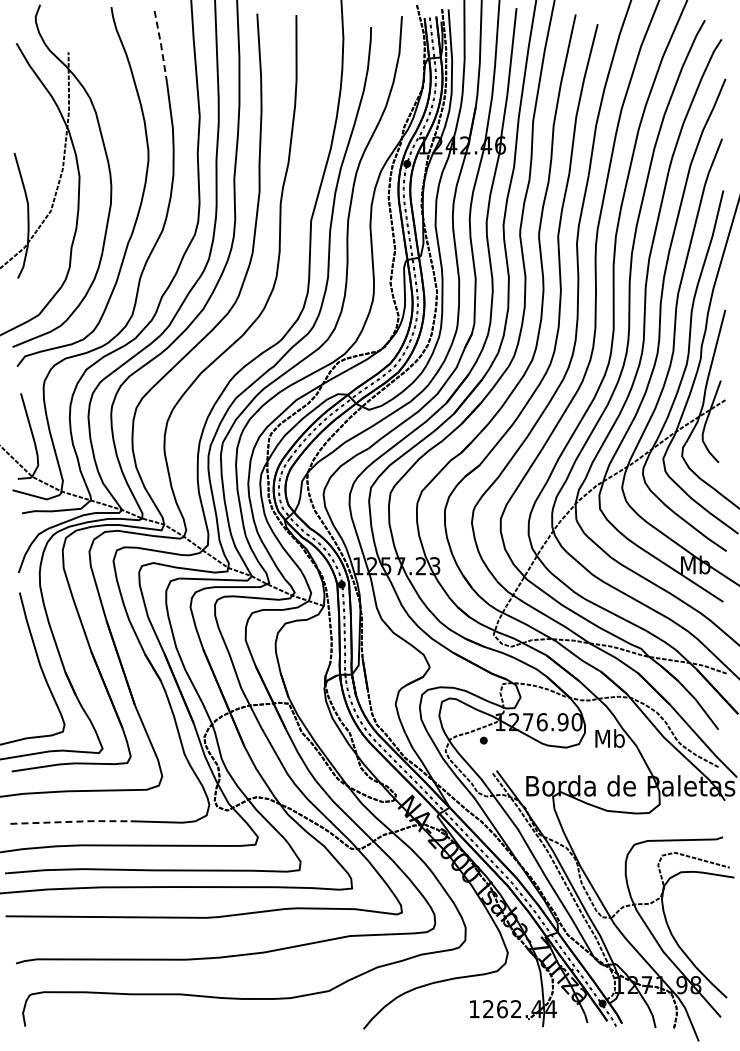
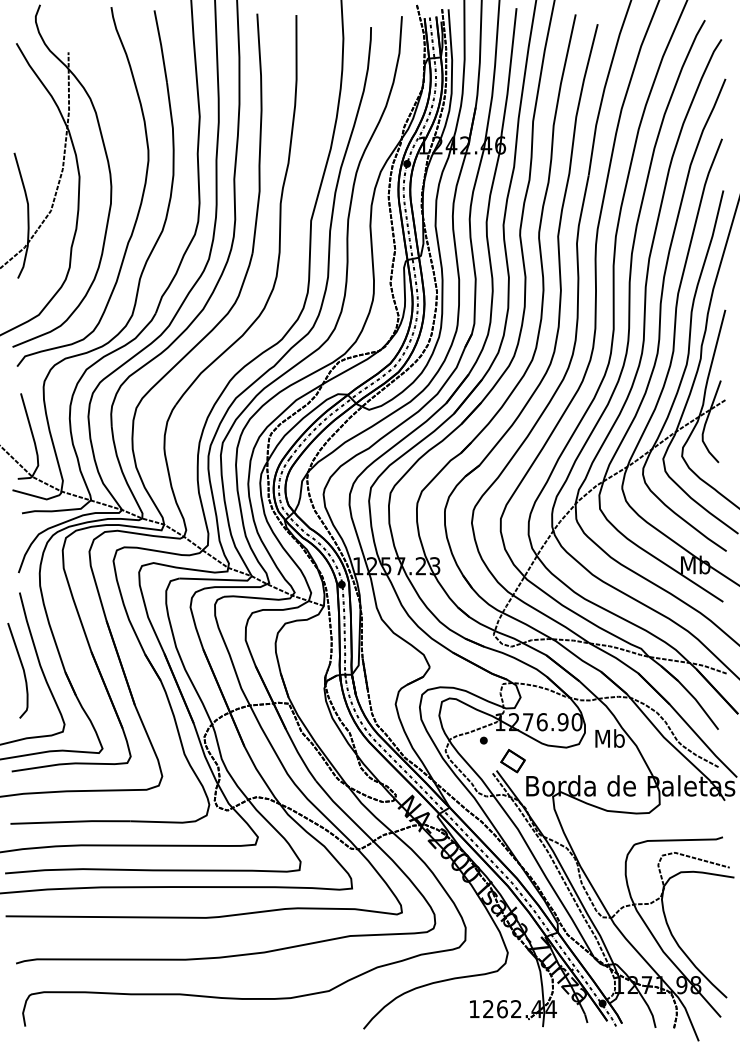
line at (161, 46): dashed -> solid
curve at (22, 669): none -> present
part at (512, 761): none -> present
line at (71, 821): dashed -> solid
